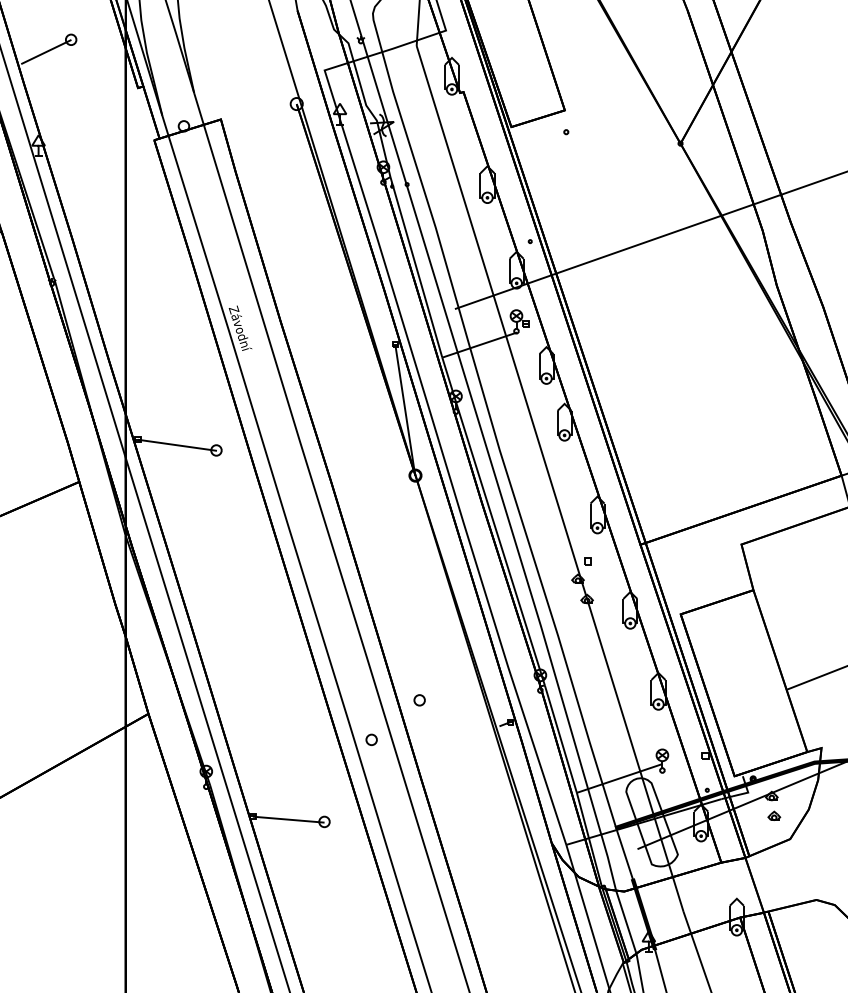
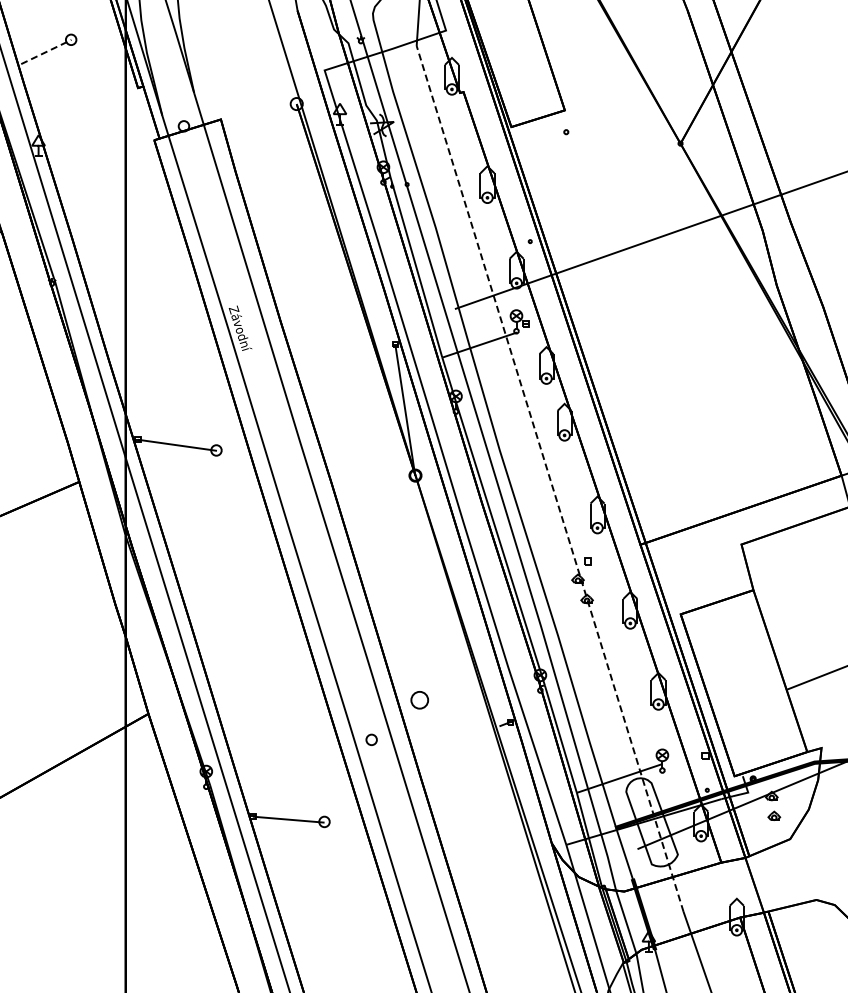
line at (46, 52): solid -> dashed
line at (549, 478): solid -> dashed
part at (419, 700) size: 13x13 px -> 20x19 px
